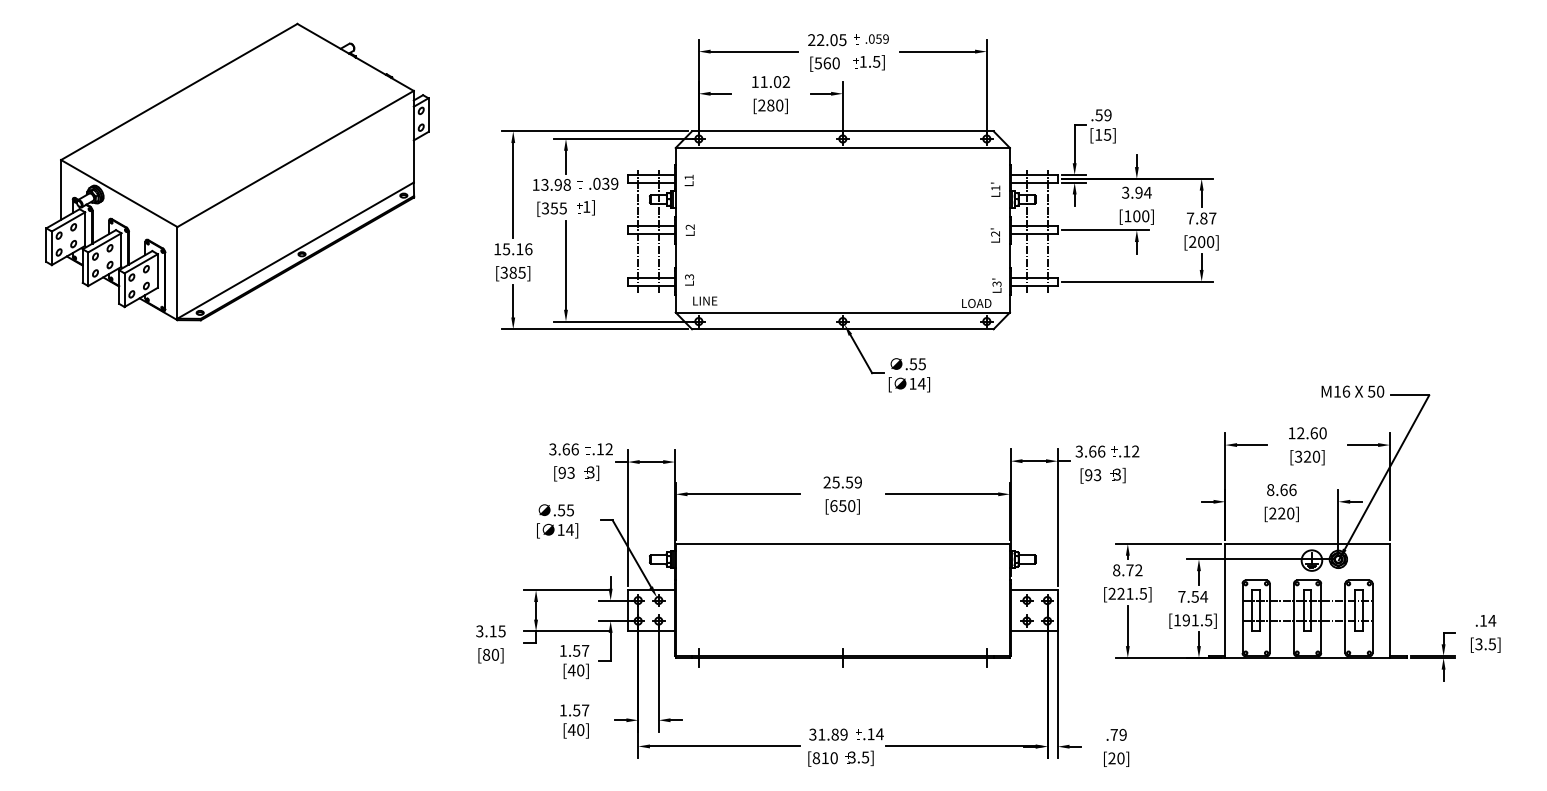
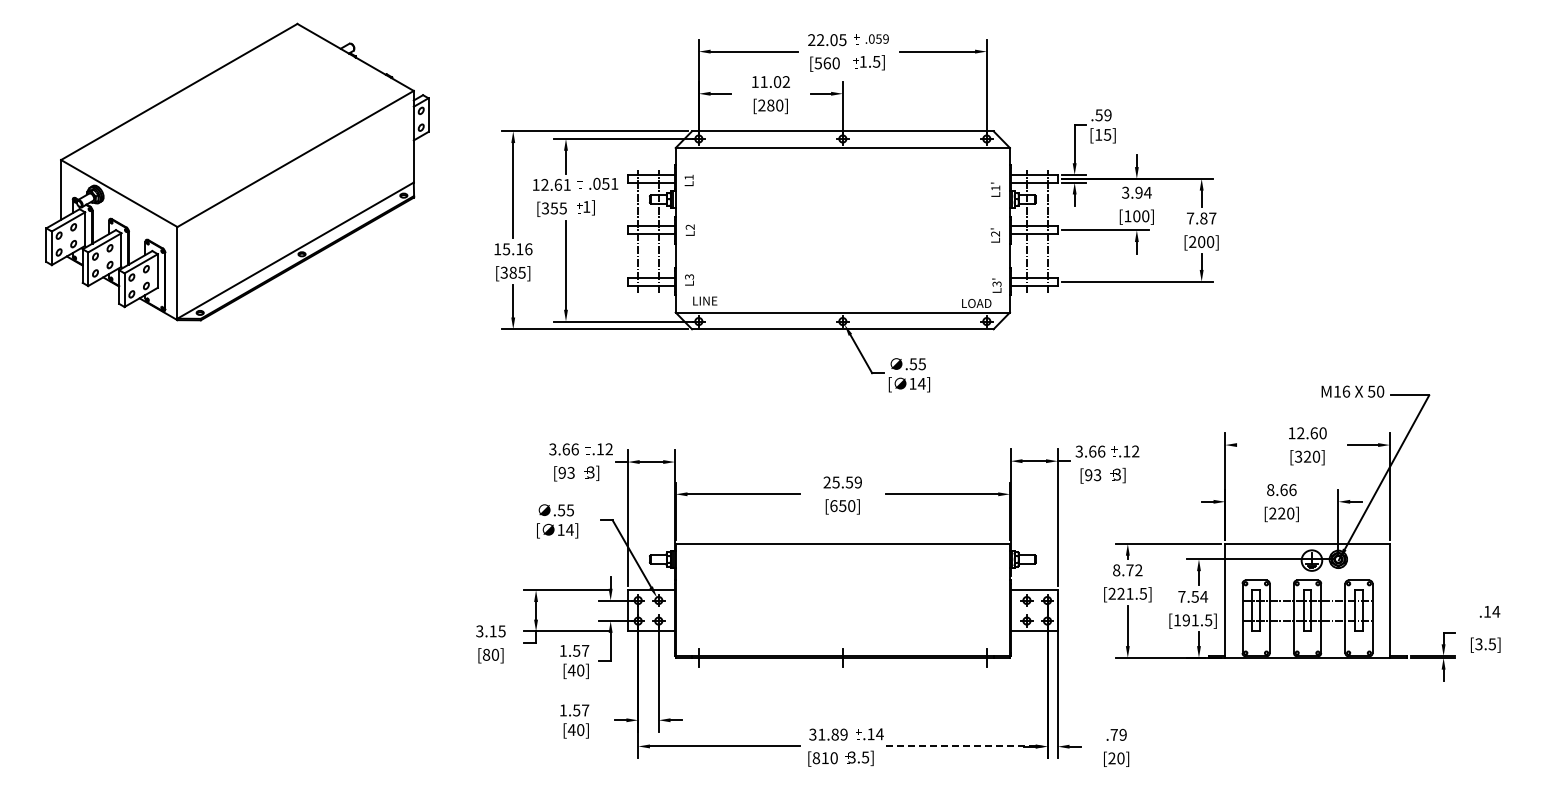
text at (610, 183): .039 -> .051
text at (555, 184): 13.98 -> 12.61
line at (1252, 445): present -> none
text at (1485, 620) position: (1485, 620) -> (1489, 611)
line at (960, 746): solid -> dashed
